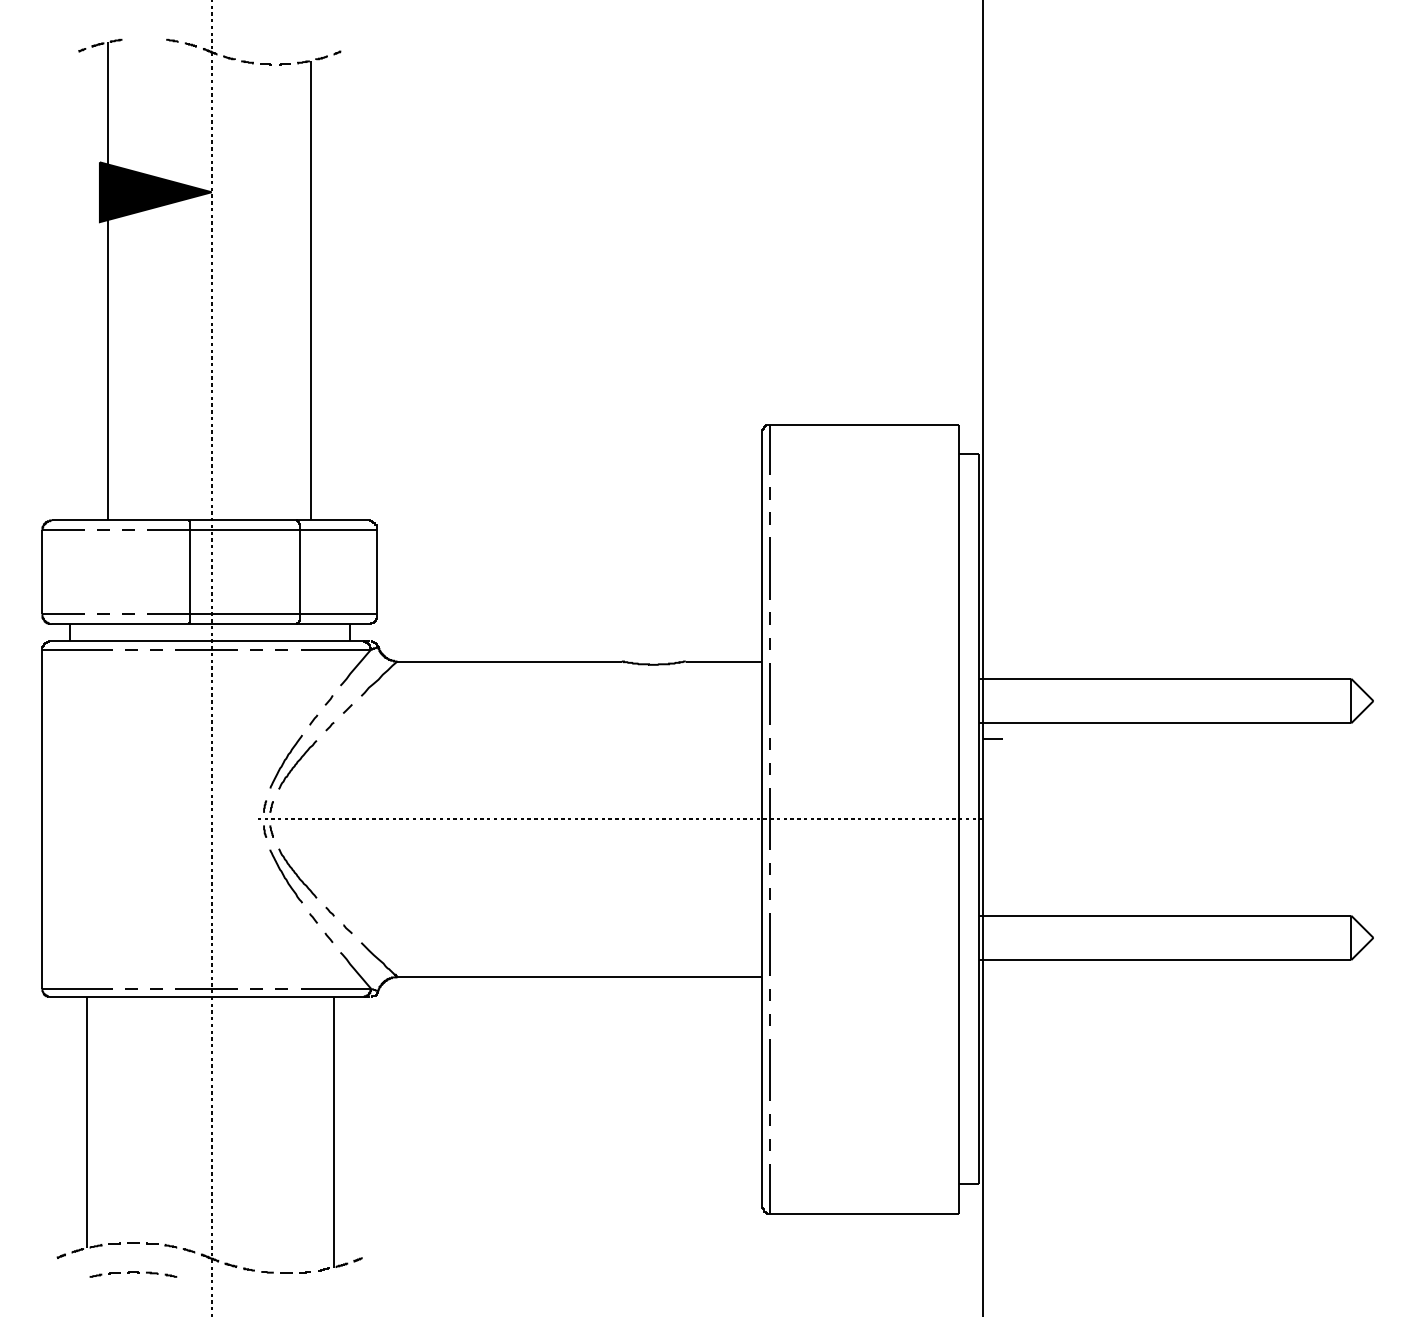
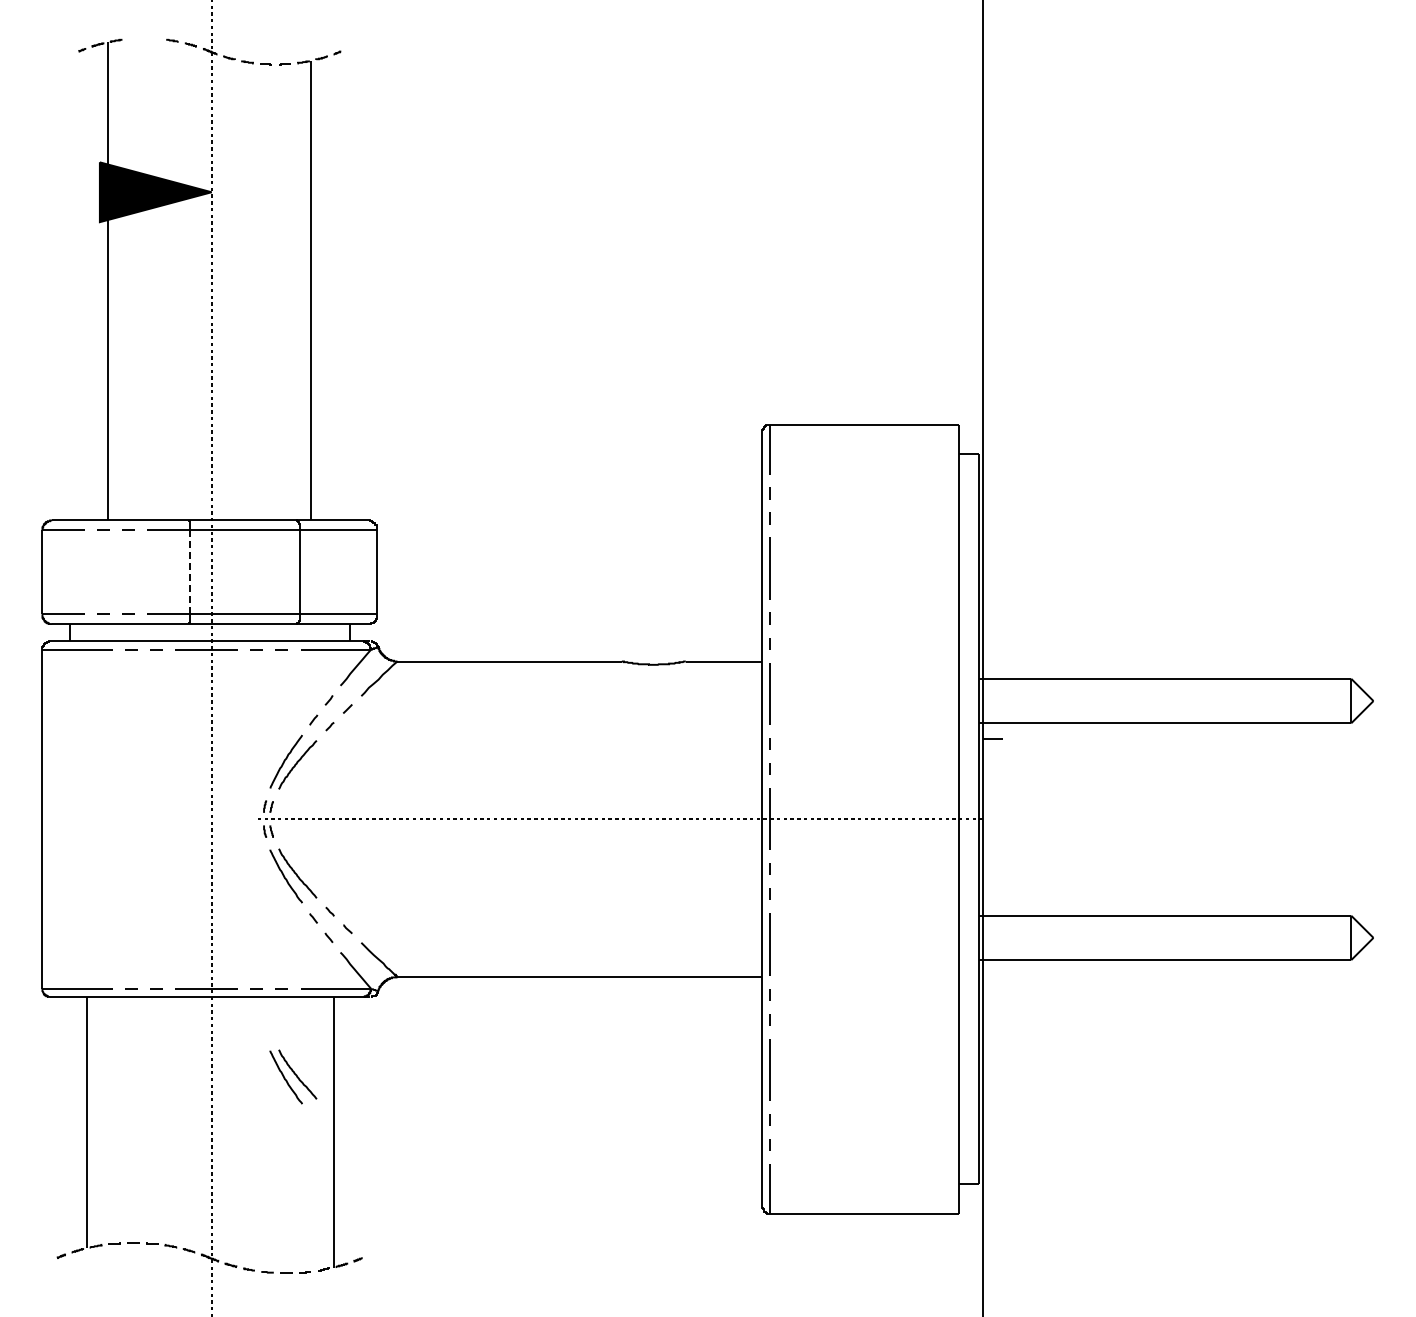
line at (189, 571): solid -> dashed
part at (293, 1076): none -> present
part at (133, 1274): present -> none
